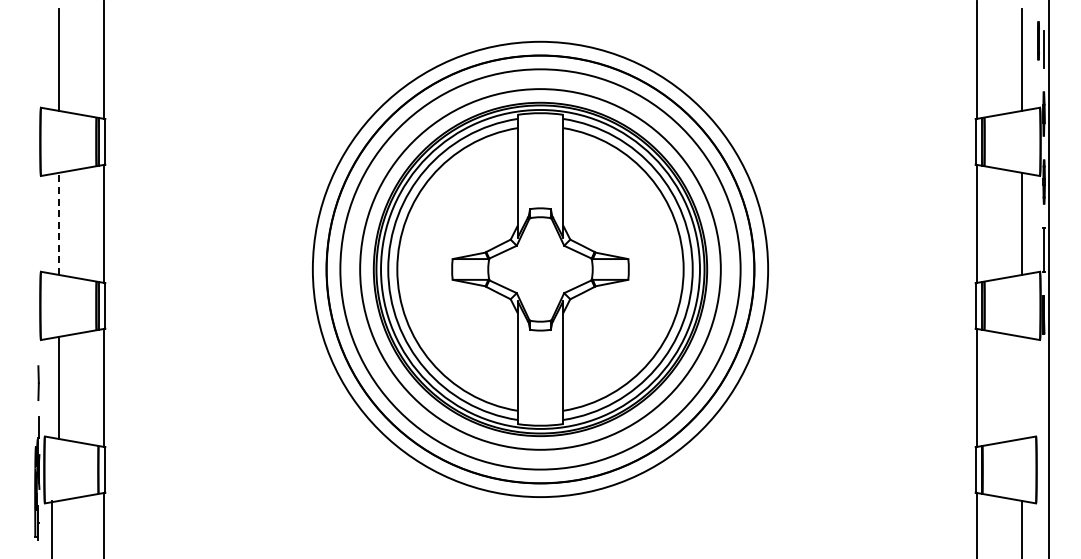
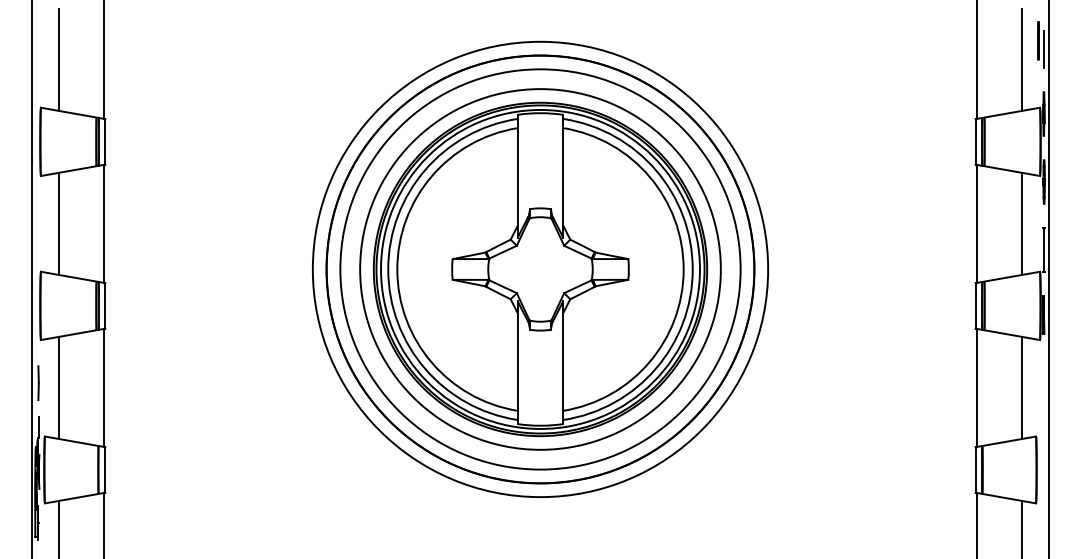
line at (58, 223): dashed -> solid
line at (32, 278): none -> present
line at (1022, 387): none -> present
line at (51, 528) position: (51, 528) -> (58, 528)
